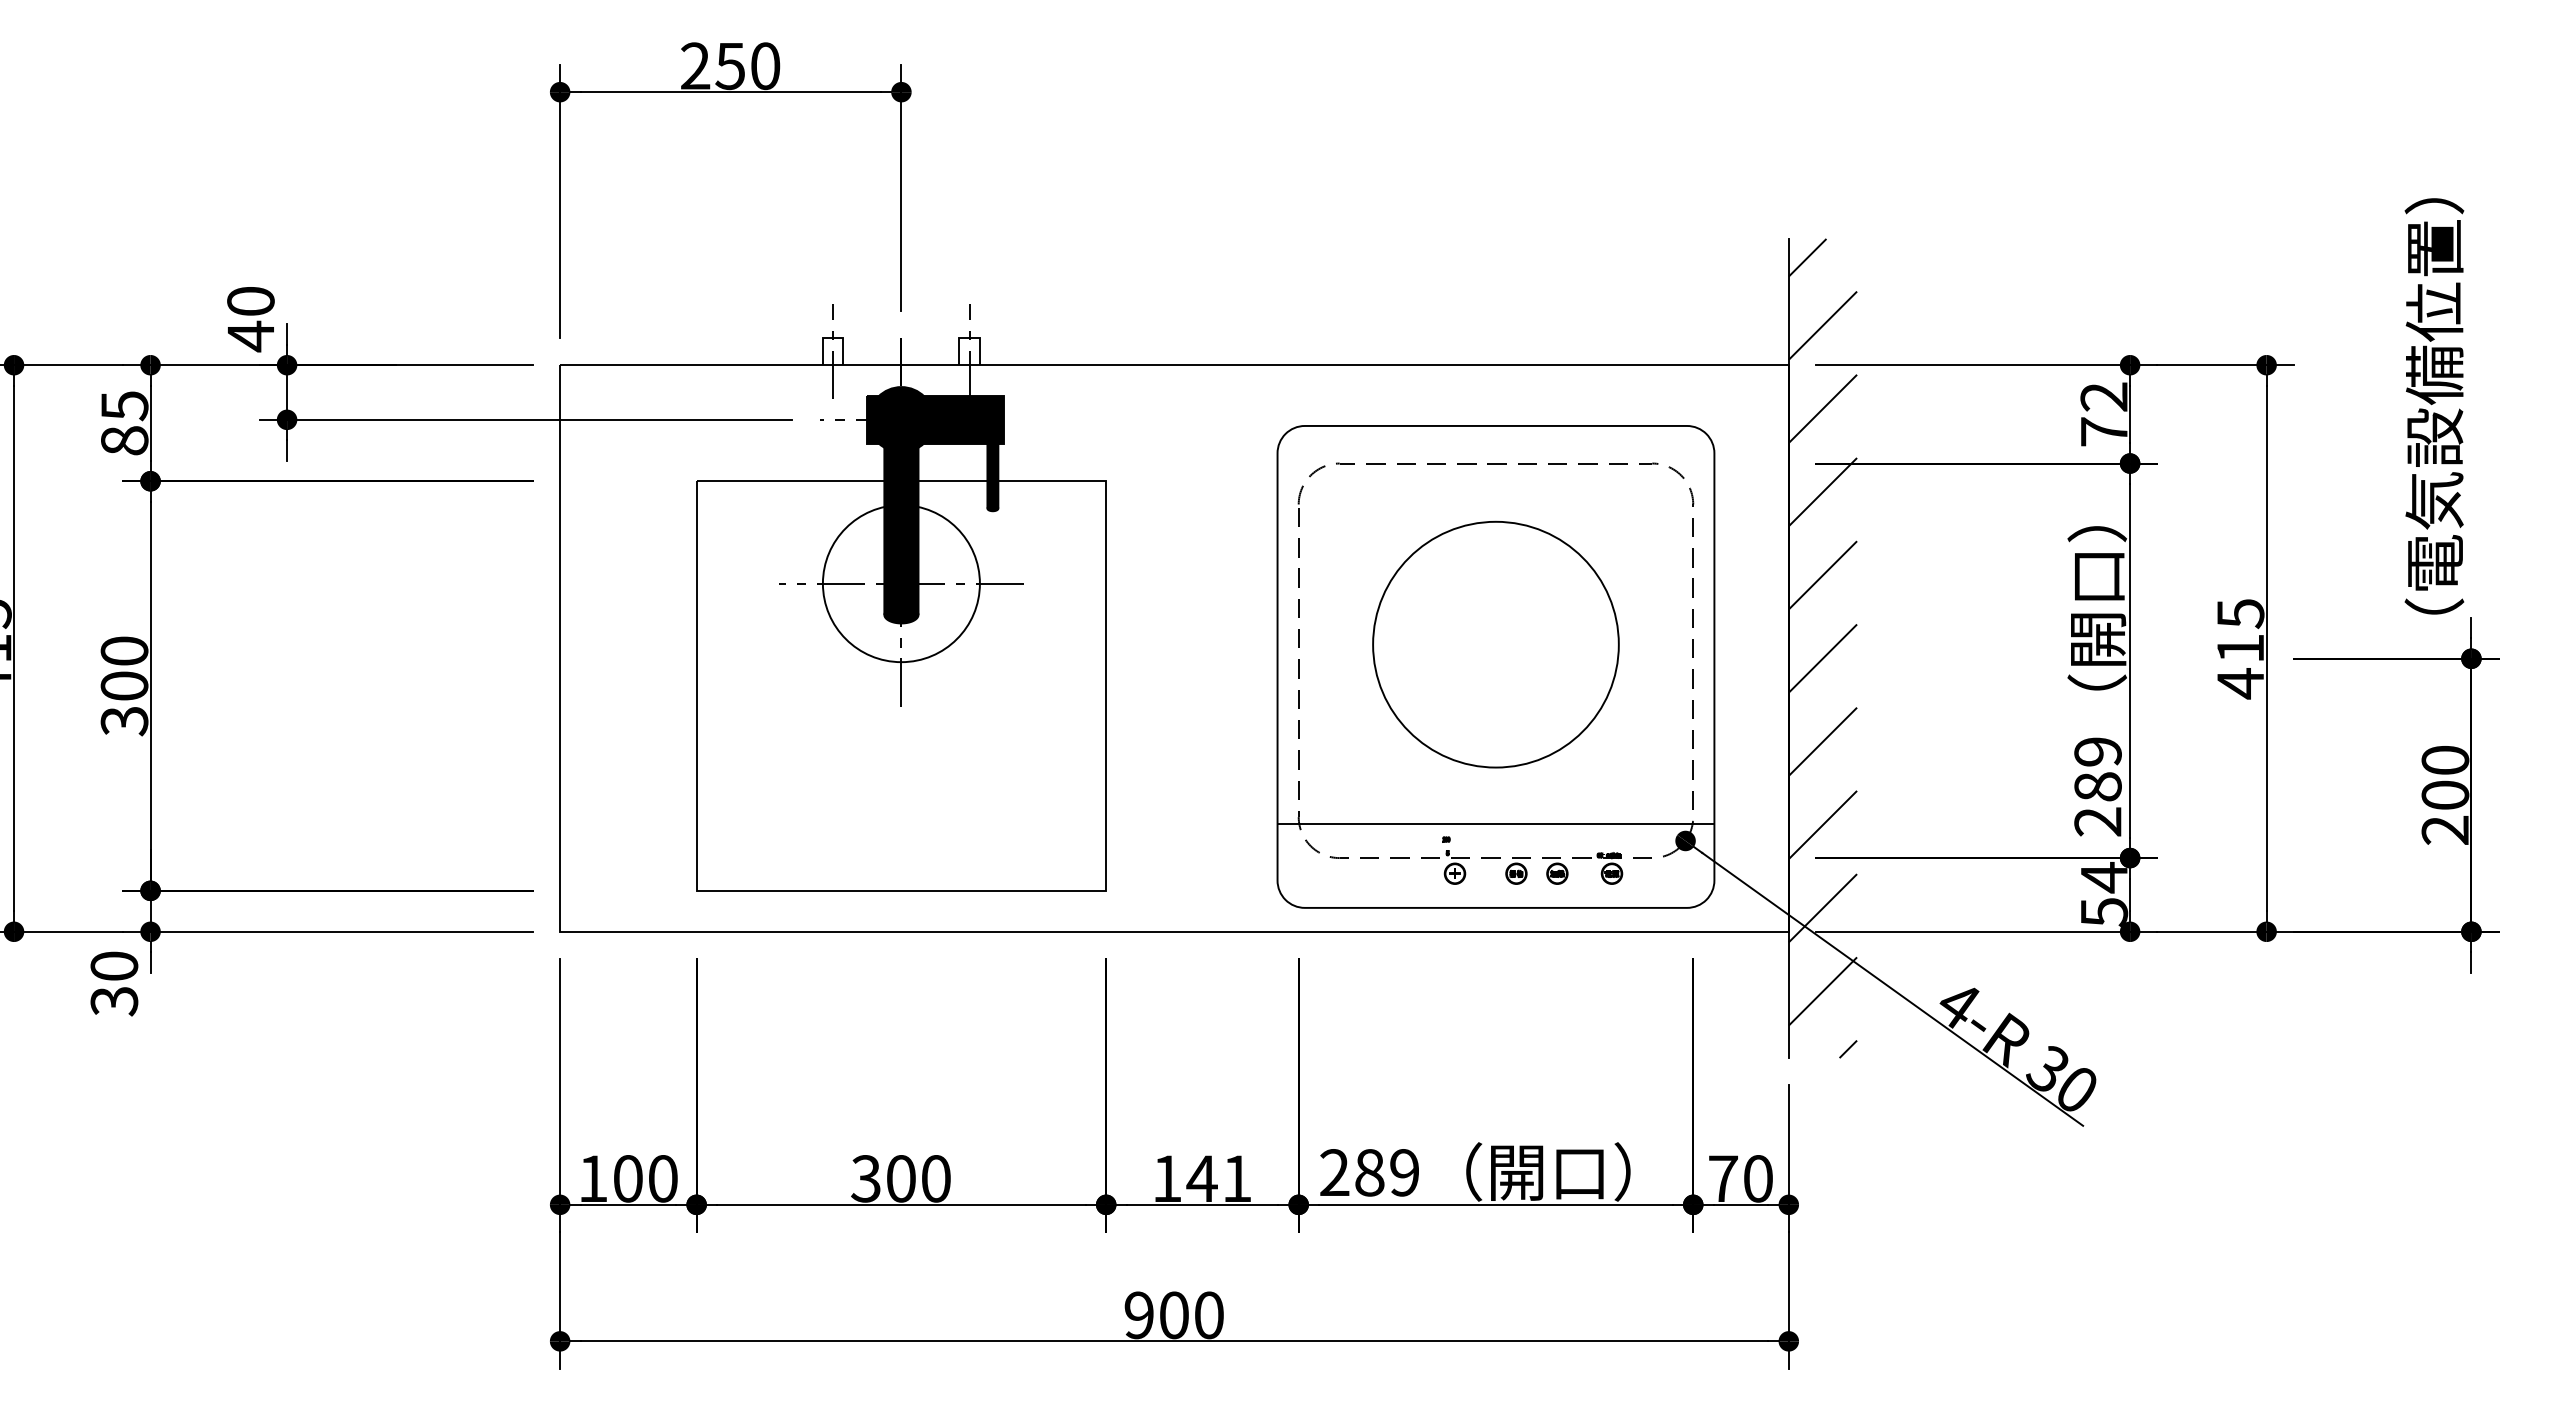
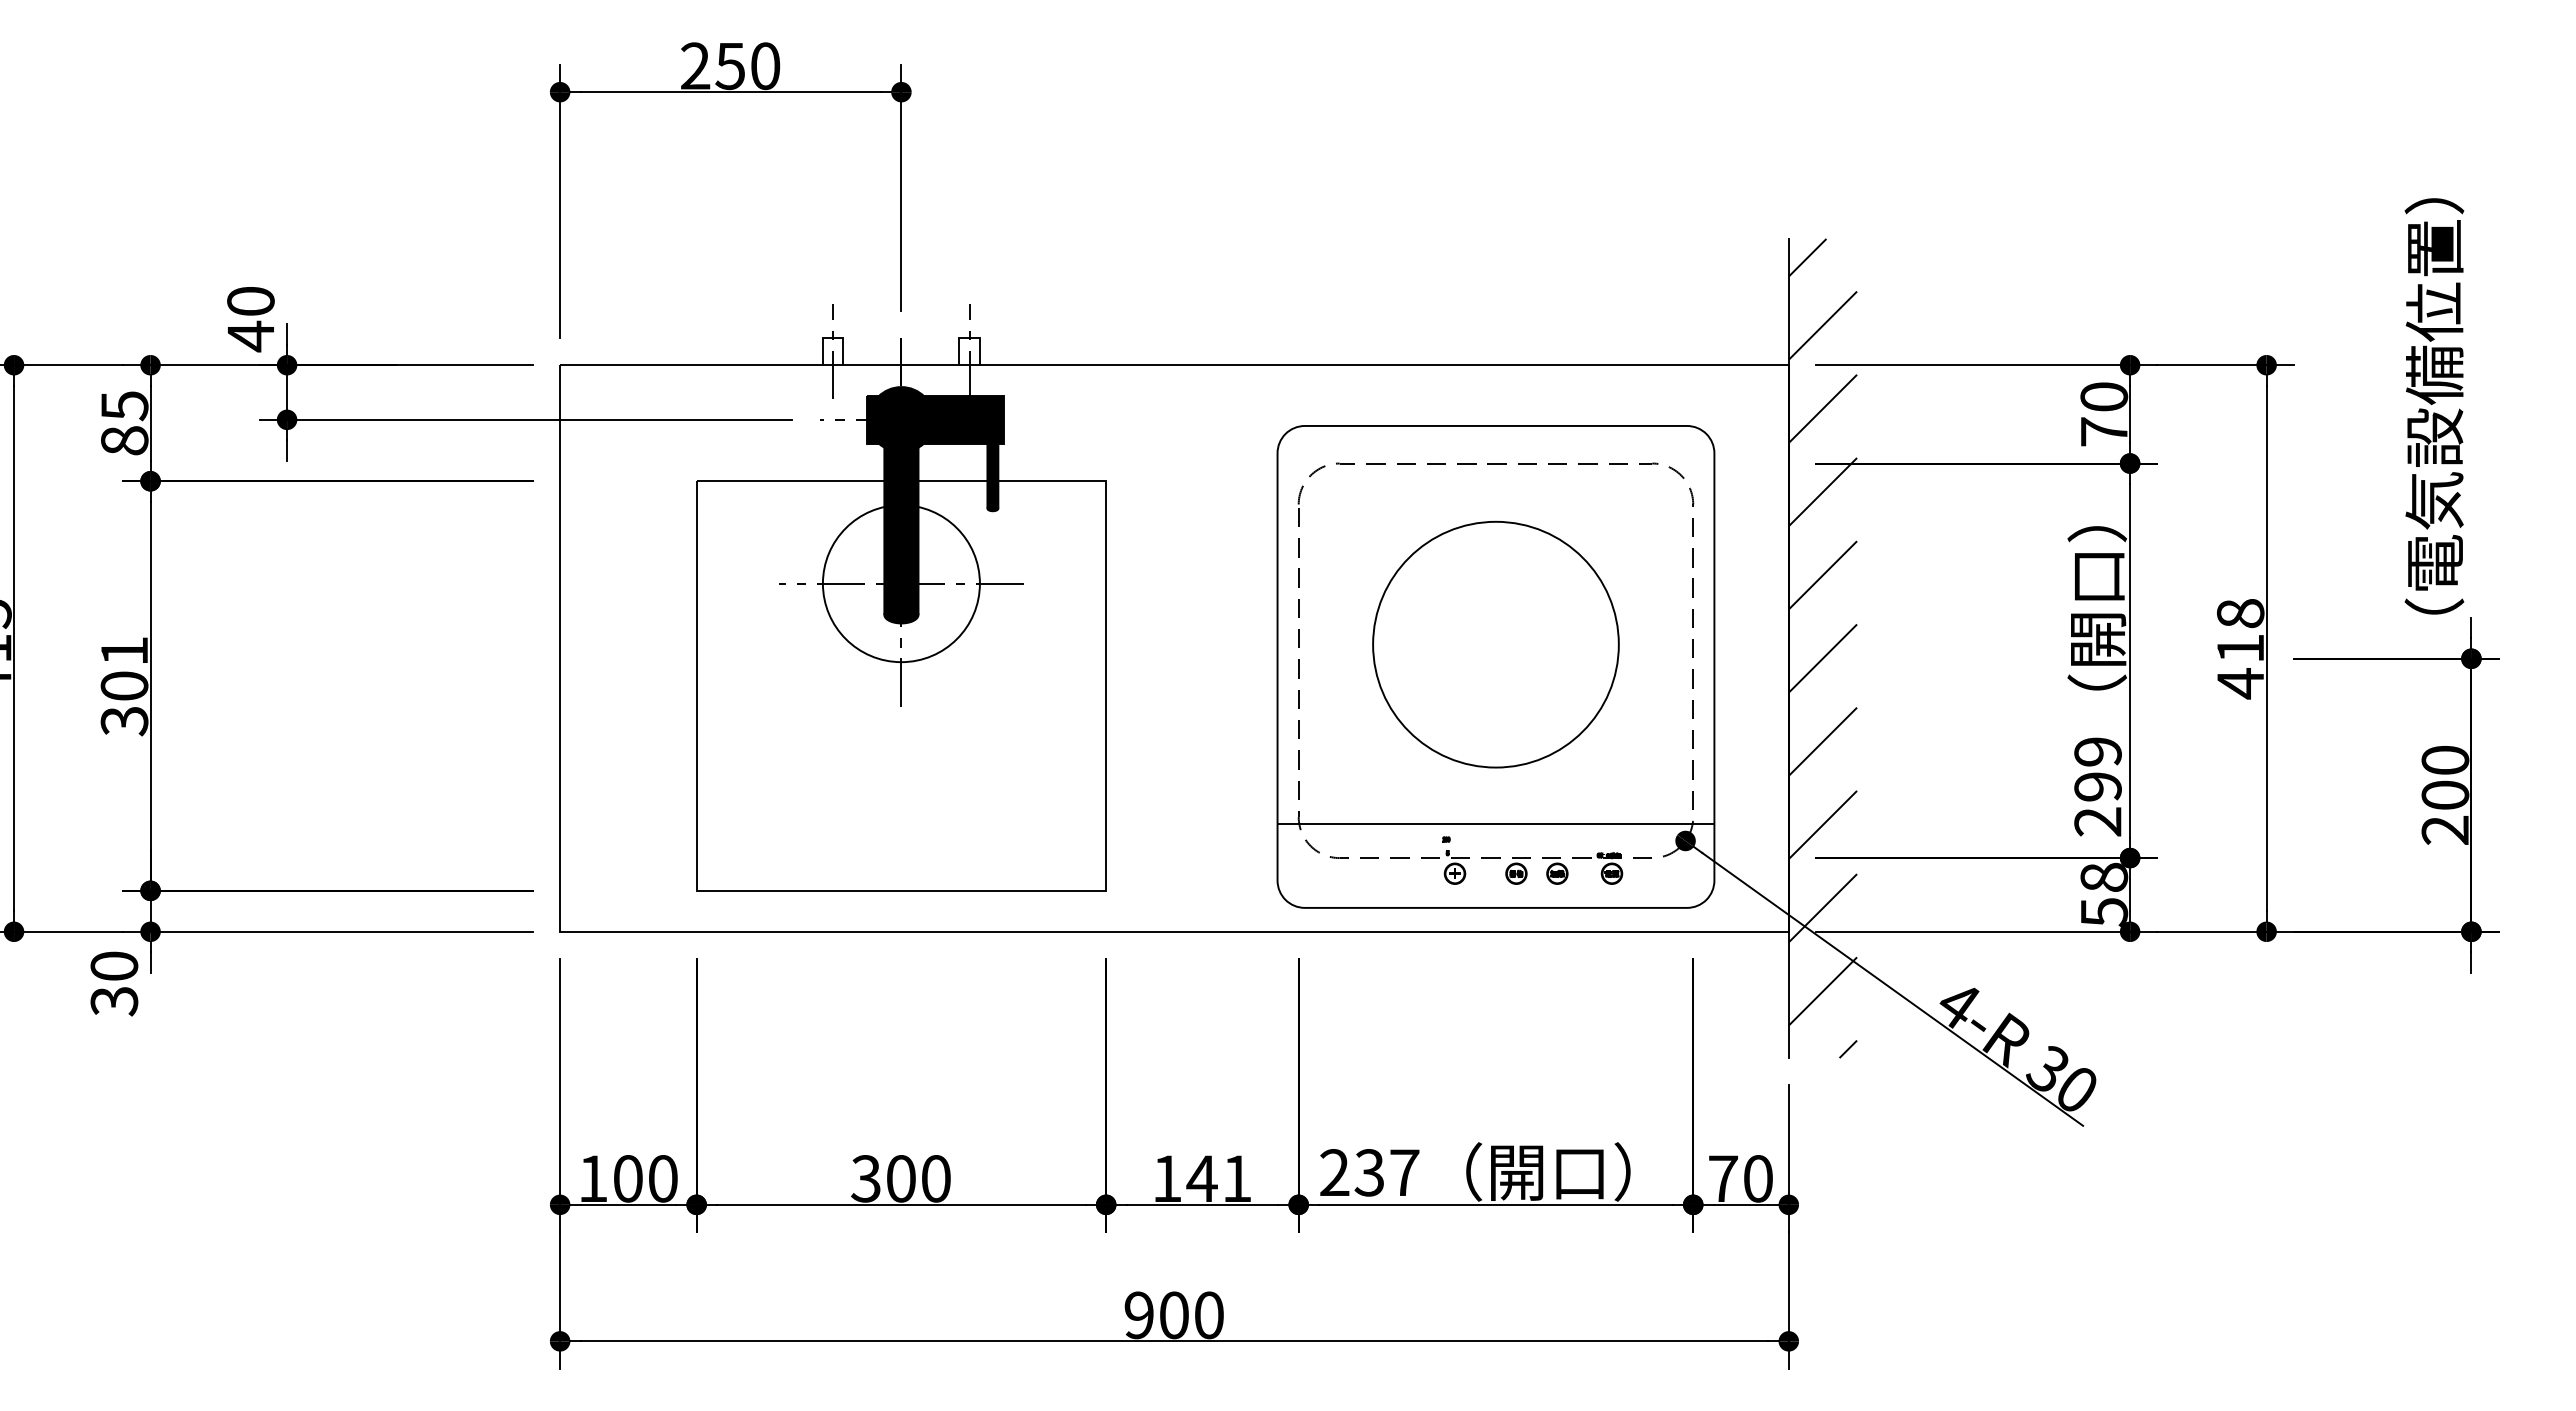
text at (2104, 396): 72 -> 70
text at (2240, 614): 415 -> 418
text at (124, 650): 300 -> 301
text at (2097, 786): 289 -> 299
text at (2104, 877): 54 -> 58
text at (1386, 1172): 289 -> 237
